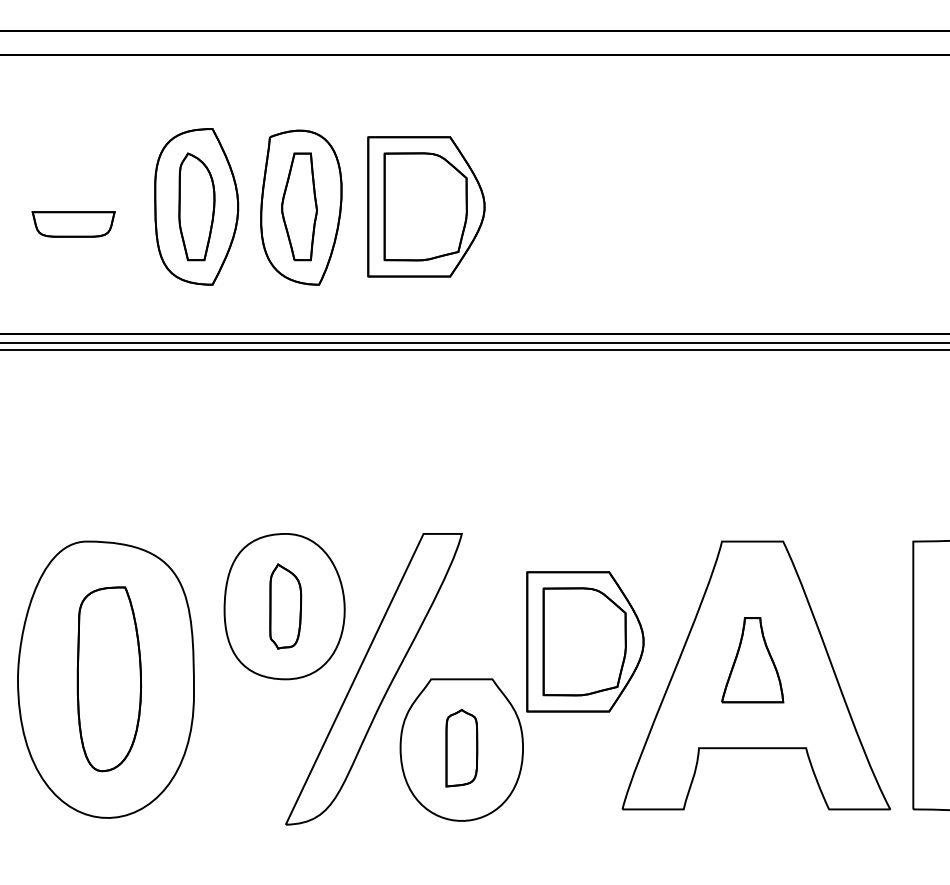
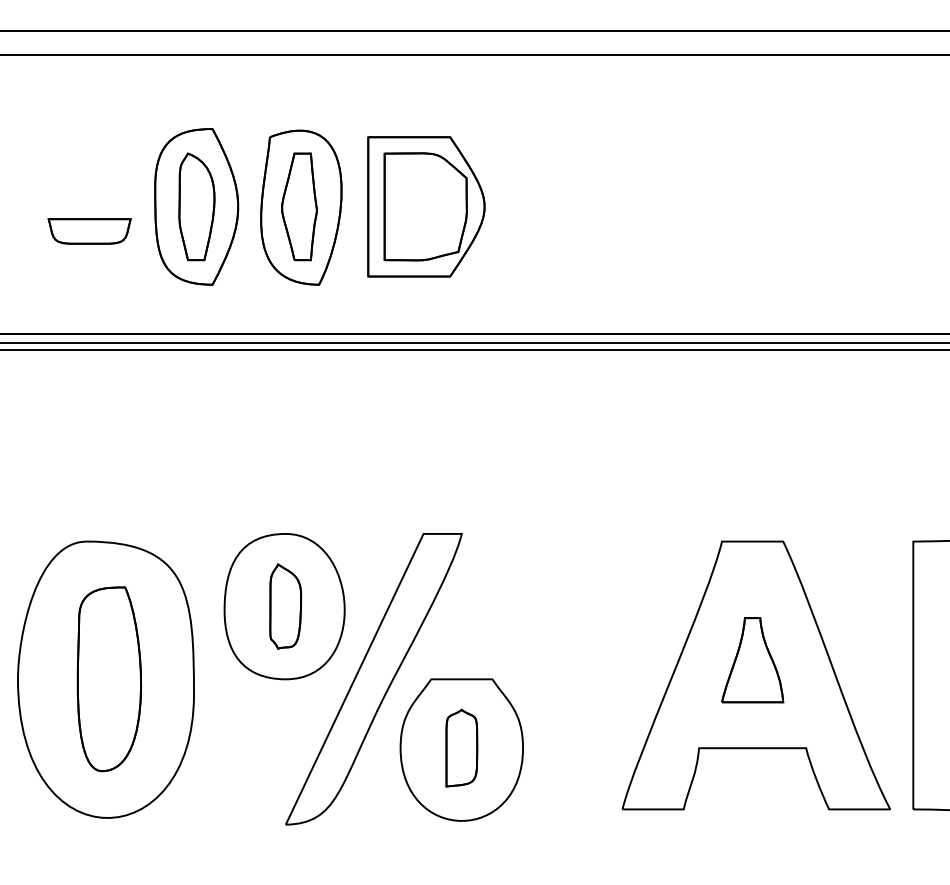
part at (73, 224) position: (73, 224) -> (89, 231)
part at (585, 641): present -> none
